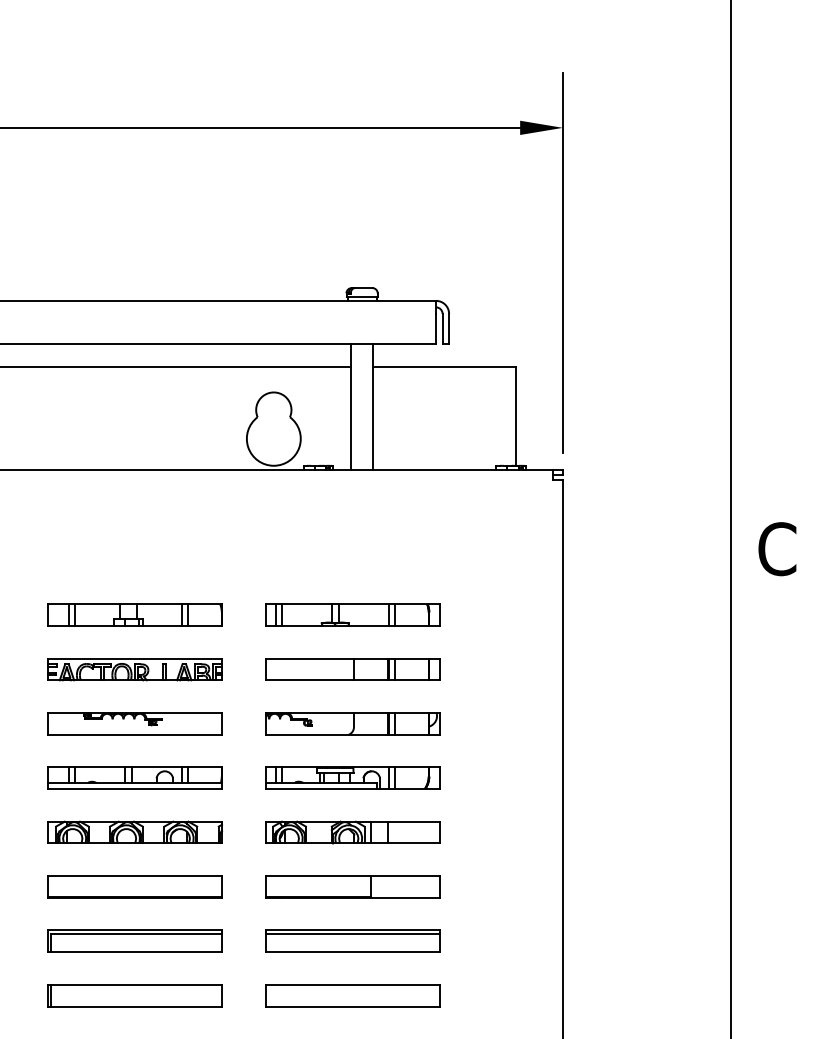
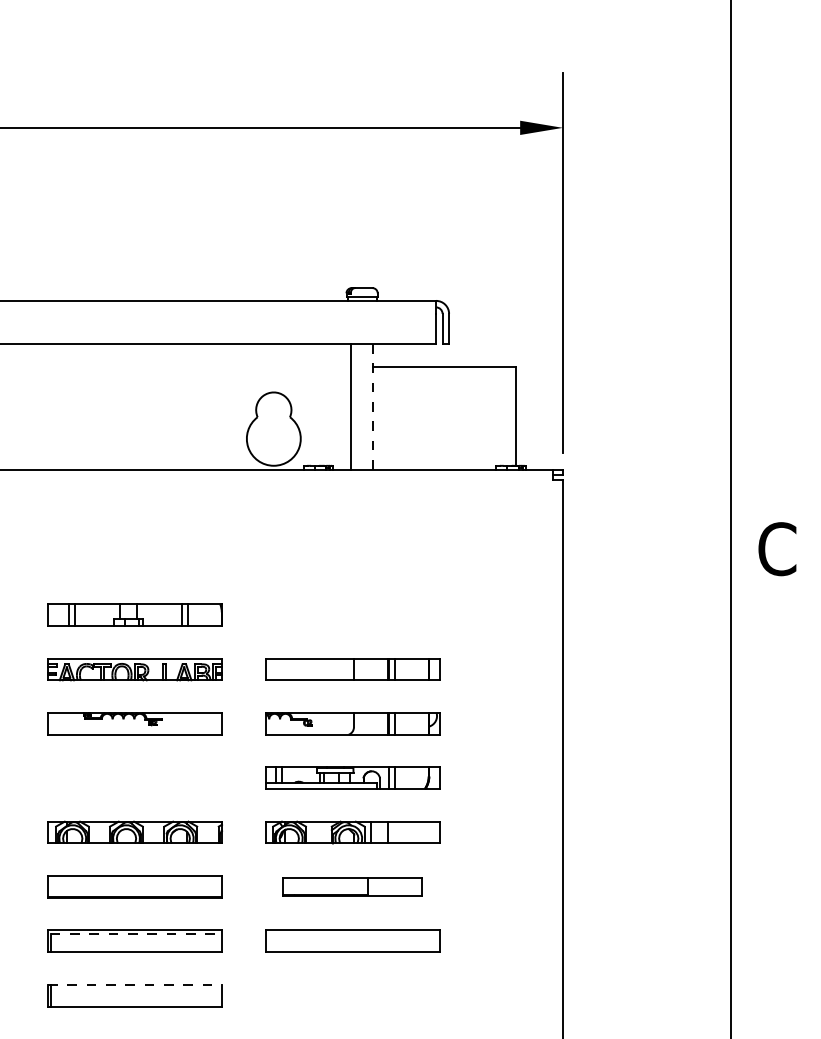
line at (176, 366): present -> none
line at (372, 407): solid -> dashed
part at (352, 614): present -> none
part at (134, 777): present -> none
part at (352, 886) size: 176x24 px -> 141x20 px
line at (136, 934): solid -> dashed
line at (352, 934): present -> none
line at (135, 984): solid -> dashed
part at (352, 995): present -> none
